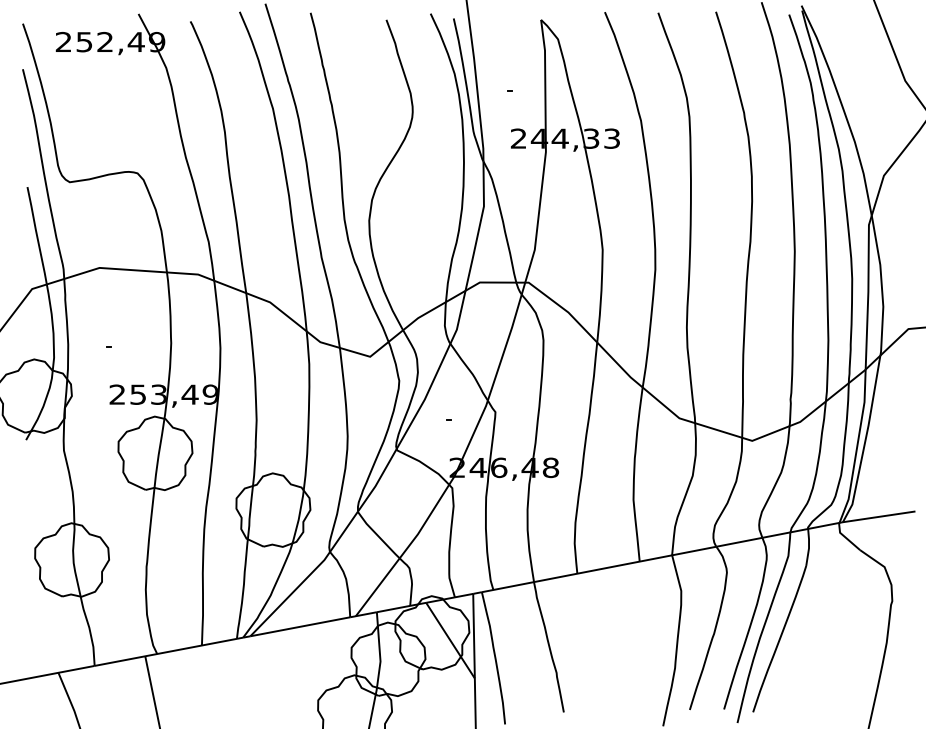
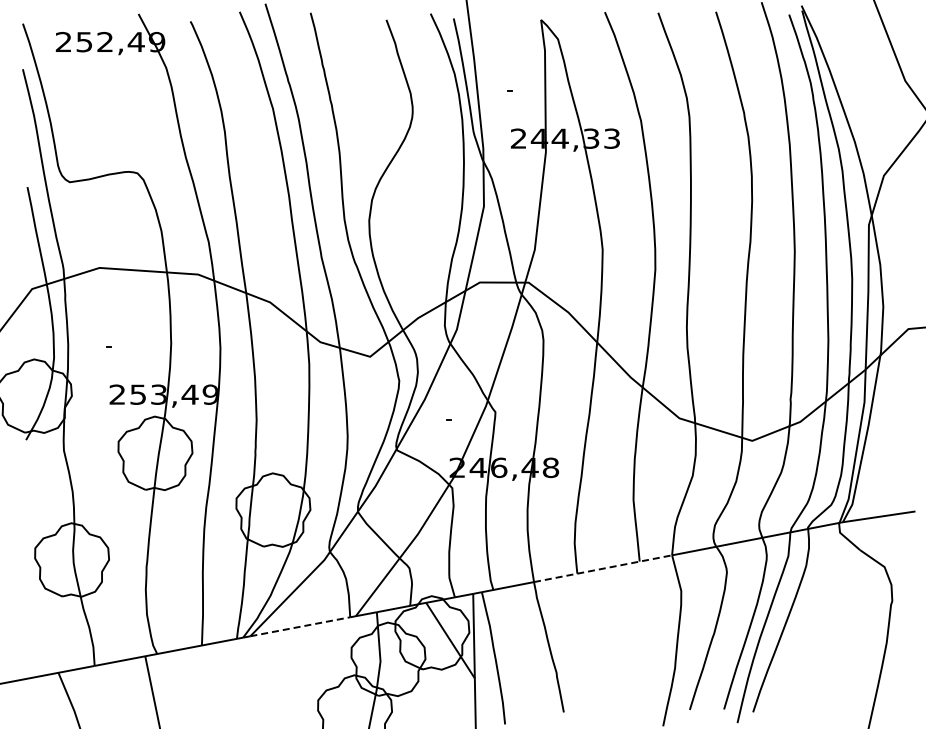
line at (603, 568): solid -> dashed
line at (300, 626): solid -> dashed
